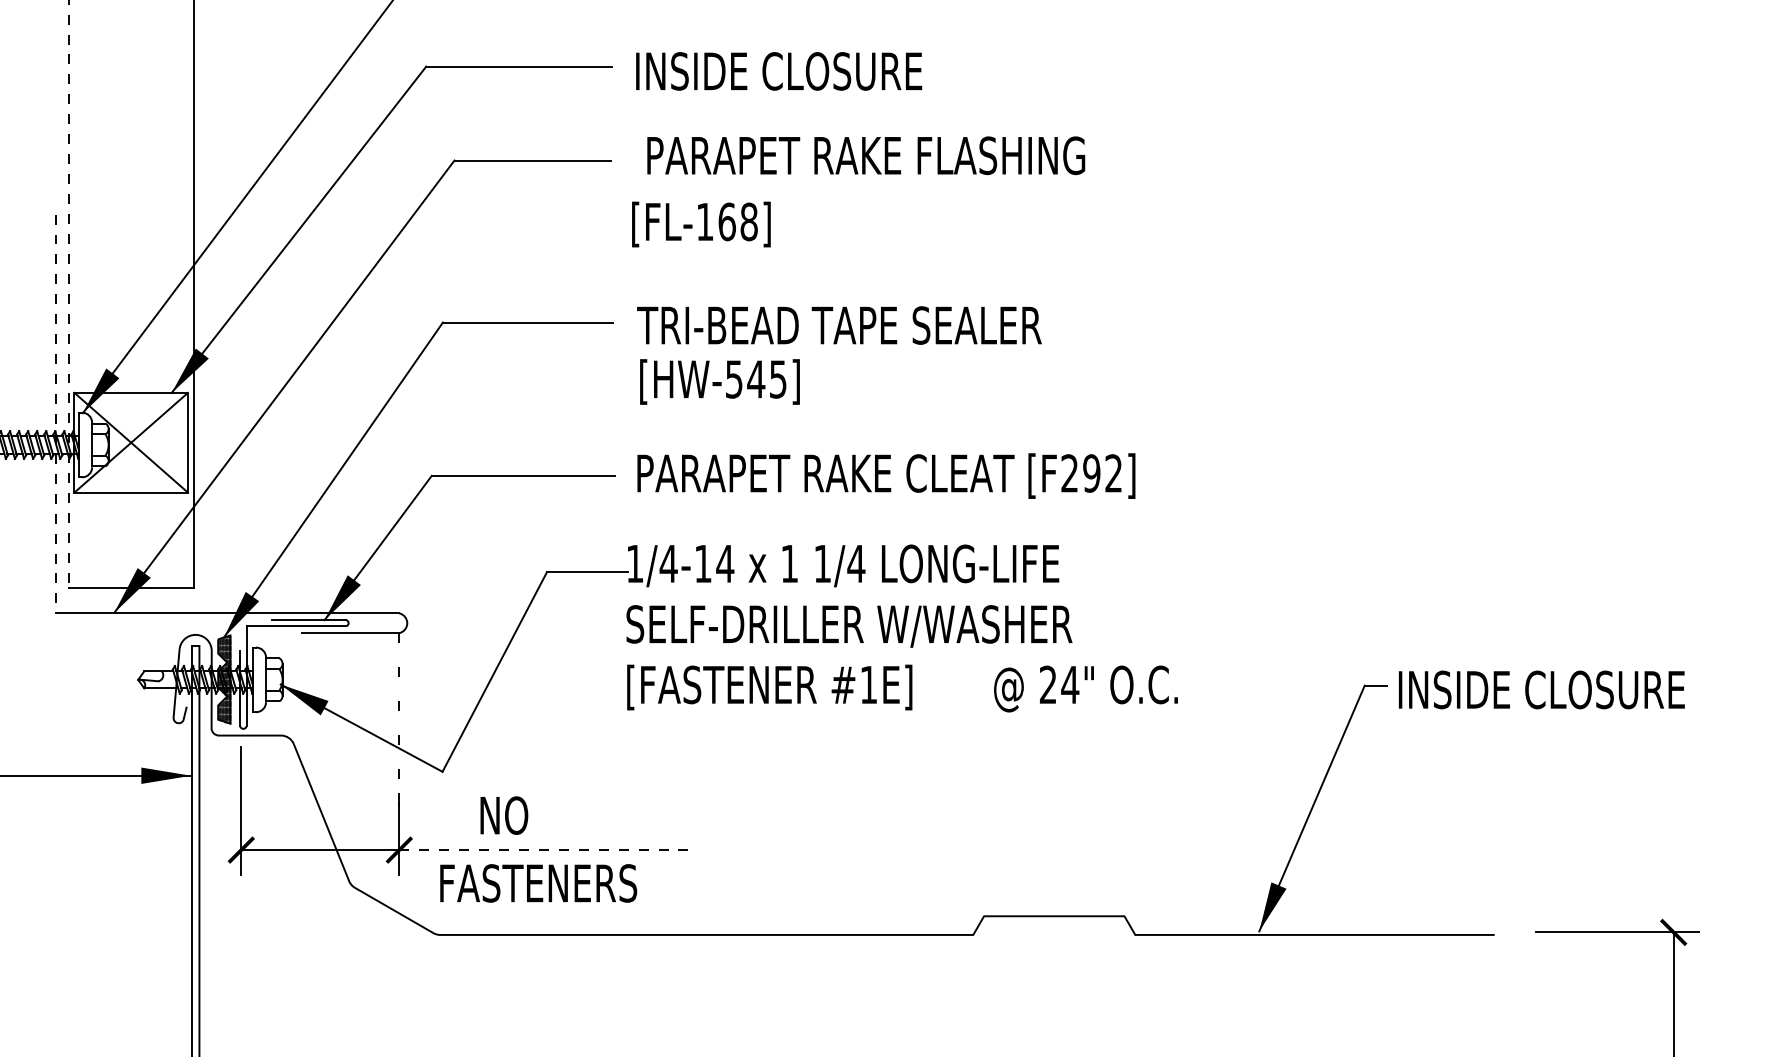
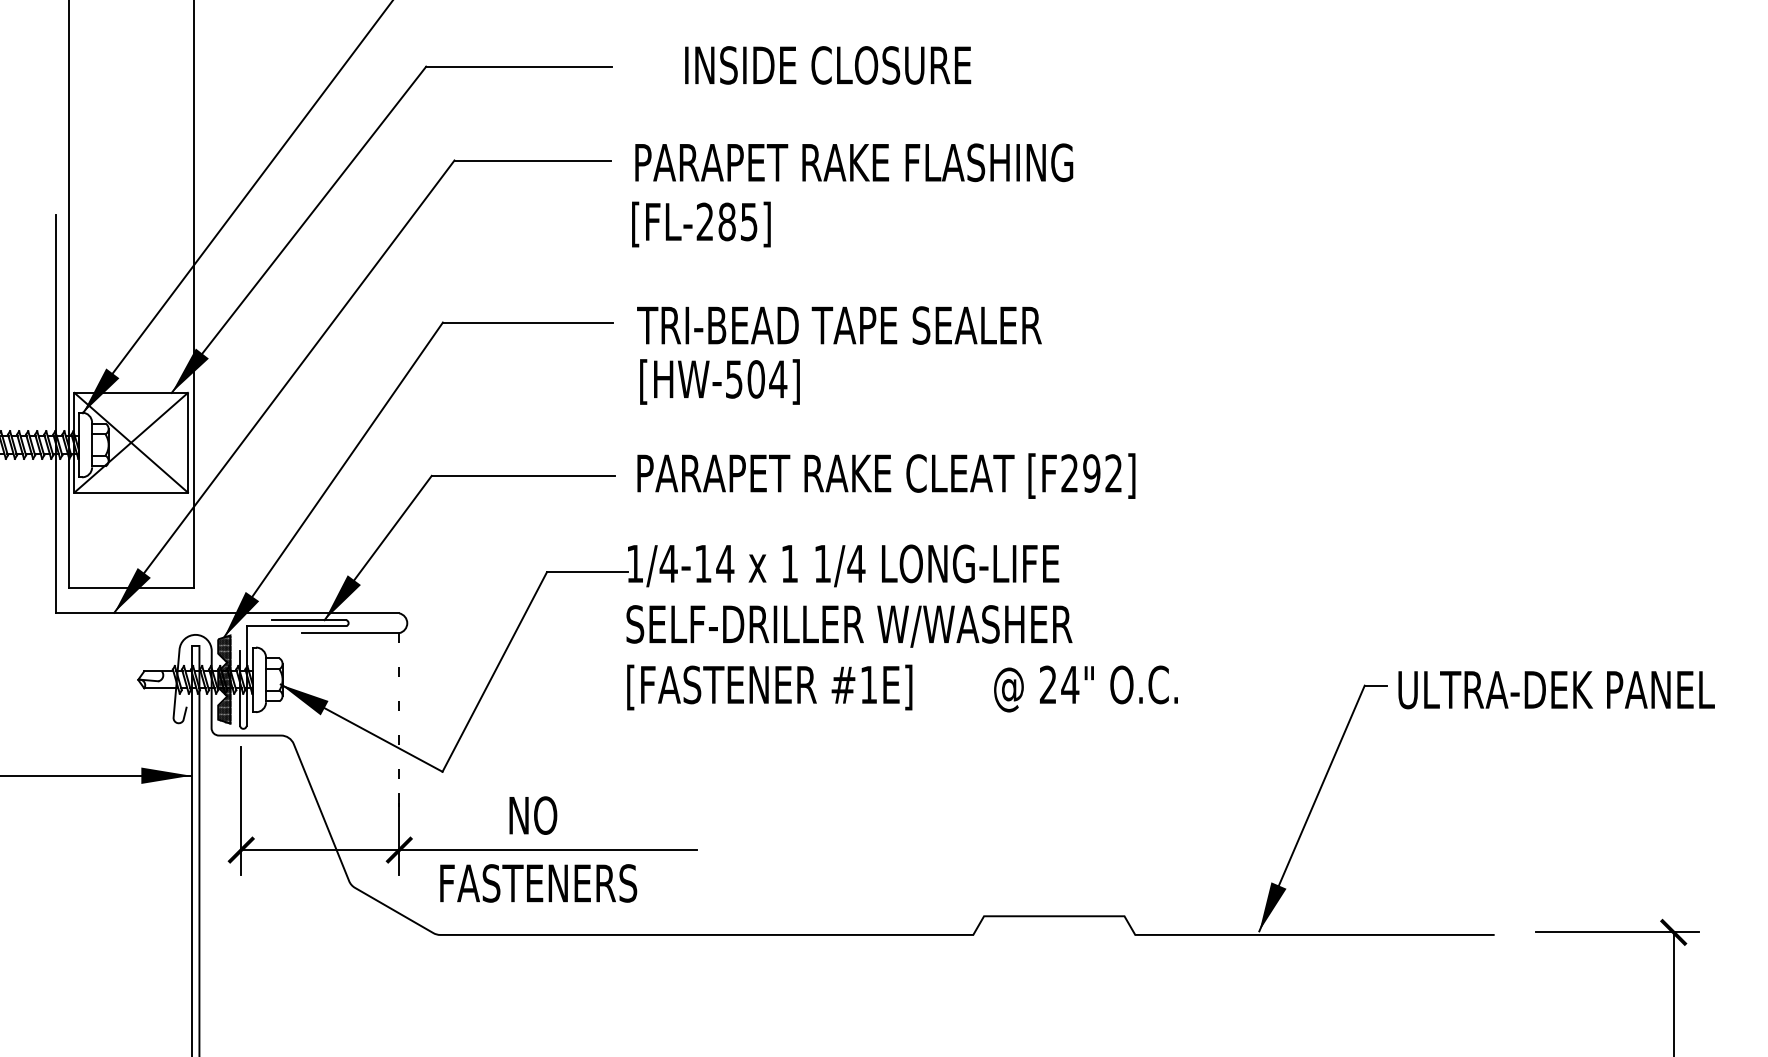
text at (779, 71) position: (779, 71) -> (828, 65)
text at (866, 155) position: (866, 155) -> (854, 162)
text at (726, 221): [FL-168] -> [FL-285]
line at (68, 294): dashed -> solid
text at (767, 379): [HW-545] -> [HW-504]
line at (55, 414): dashed -> solid
text at (1556, 689): INSIDE CLOSURE -> ULTRA-DEK PANEL
text at (504, 815) position: (504, 815) -> (533, 815)
line at (548, 850): dashed -> solid
